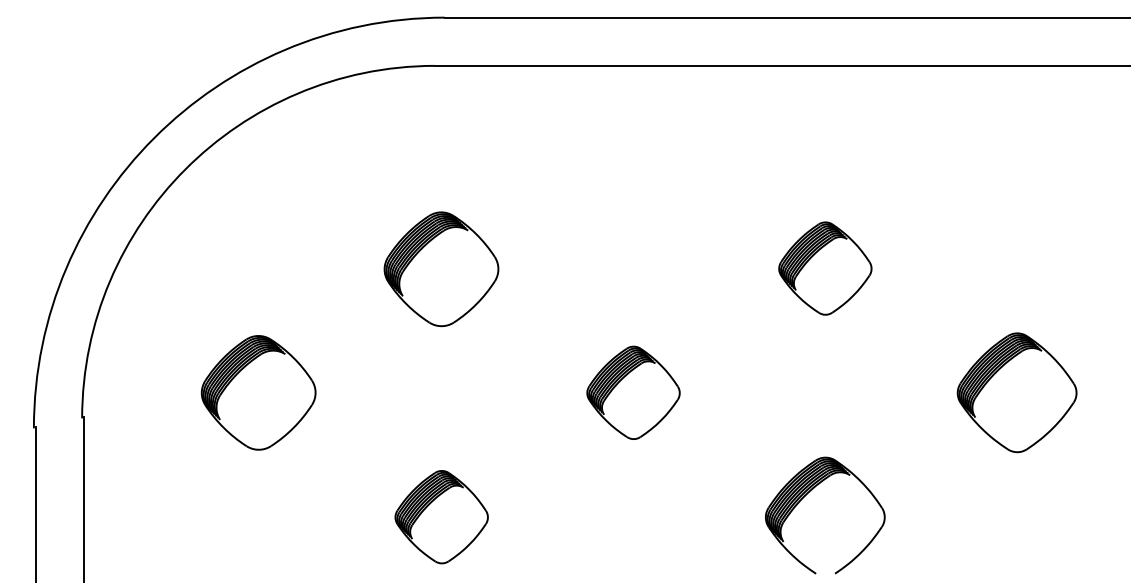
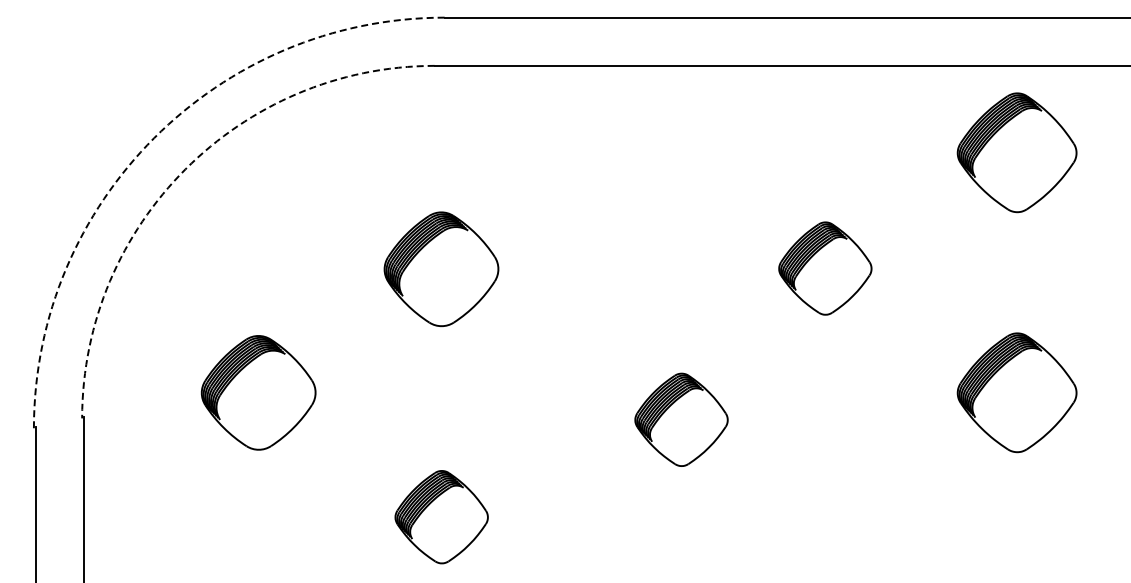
arc at (154, 138): solid -> dashed
part at (1016, 152): none -> present
arc at (185, 169): solid -> dashed
part at (633, 392) position: (633, 392) -> (681, 419)
part at (806, 495): present -> none
